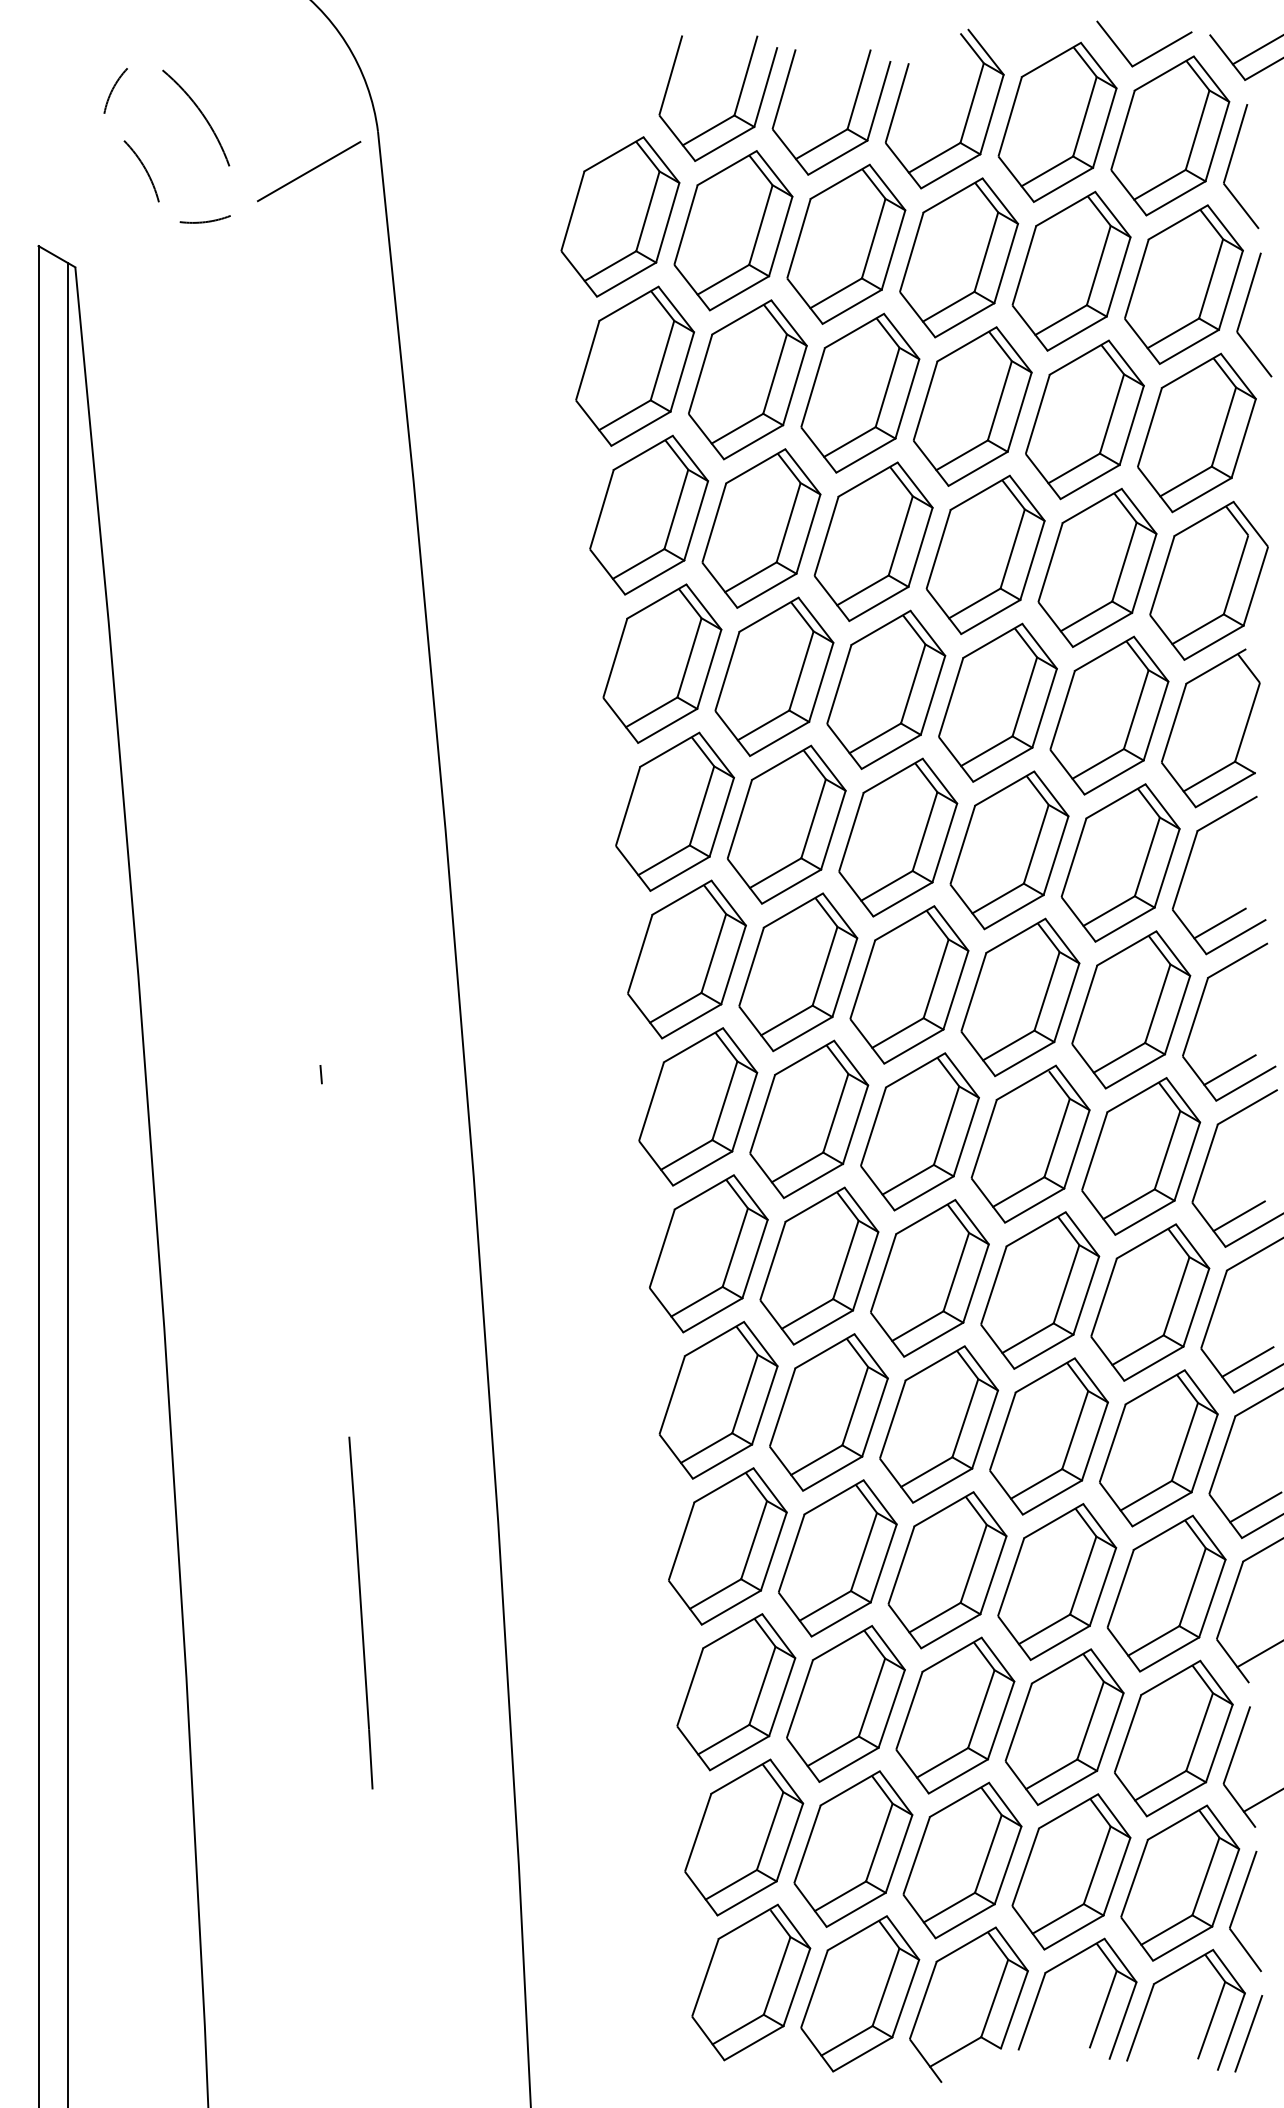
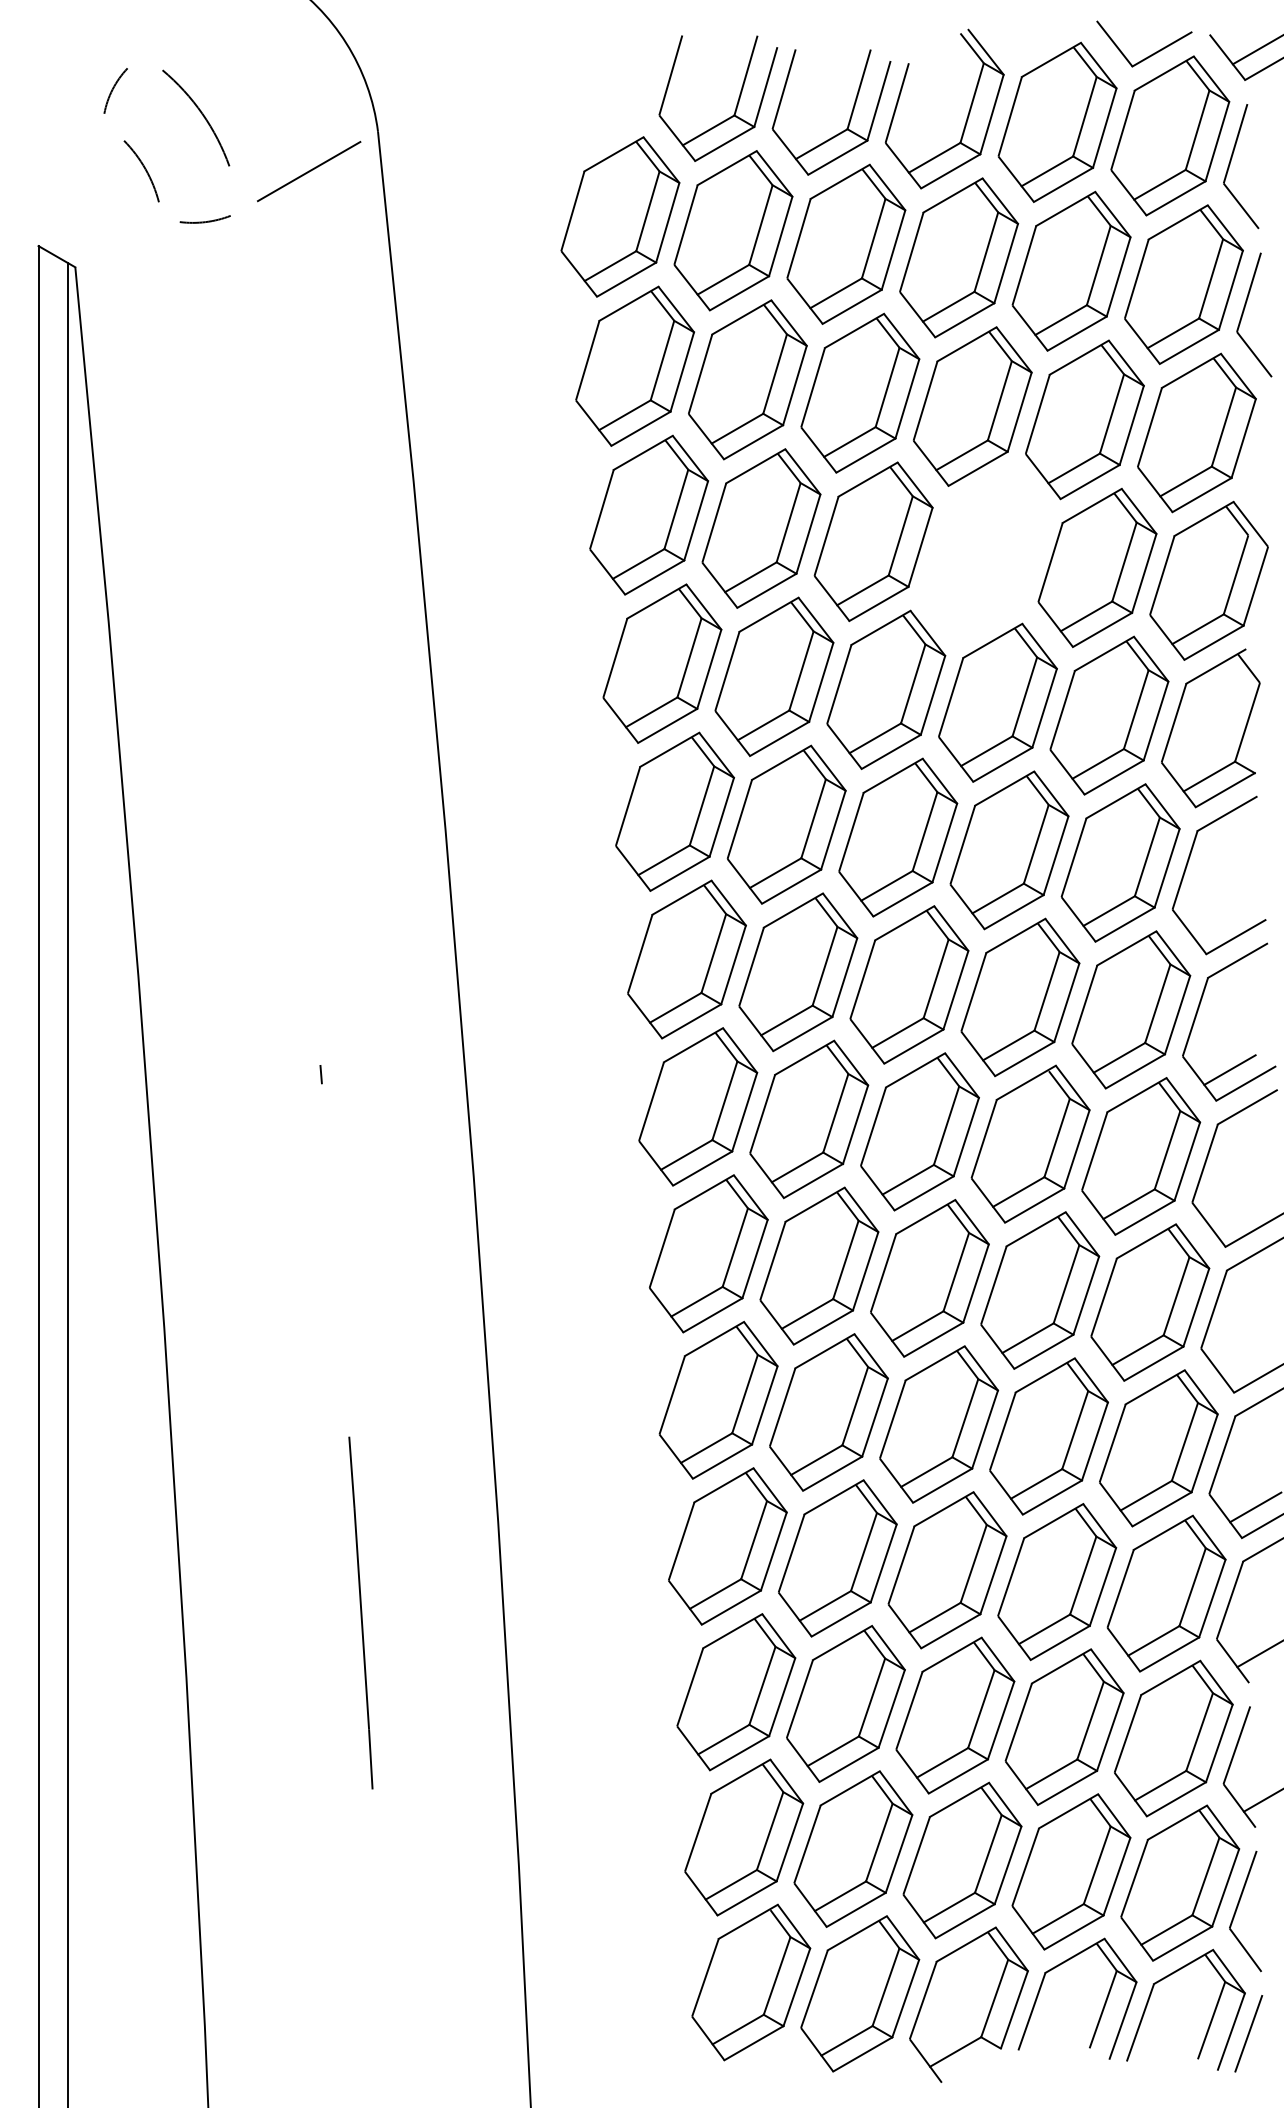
part at (985, 554): present -> none
line at (1219, 923): present -> none
line at (1238, 1216): present -> none
line at (1247, 1361): present -> none
